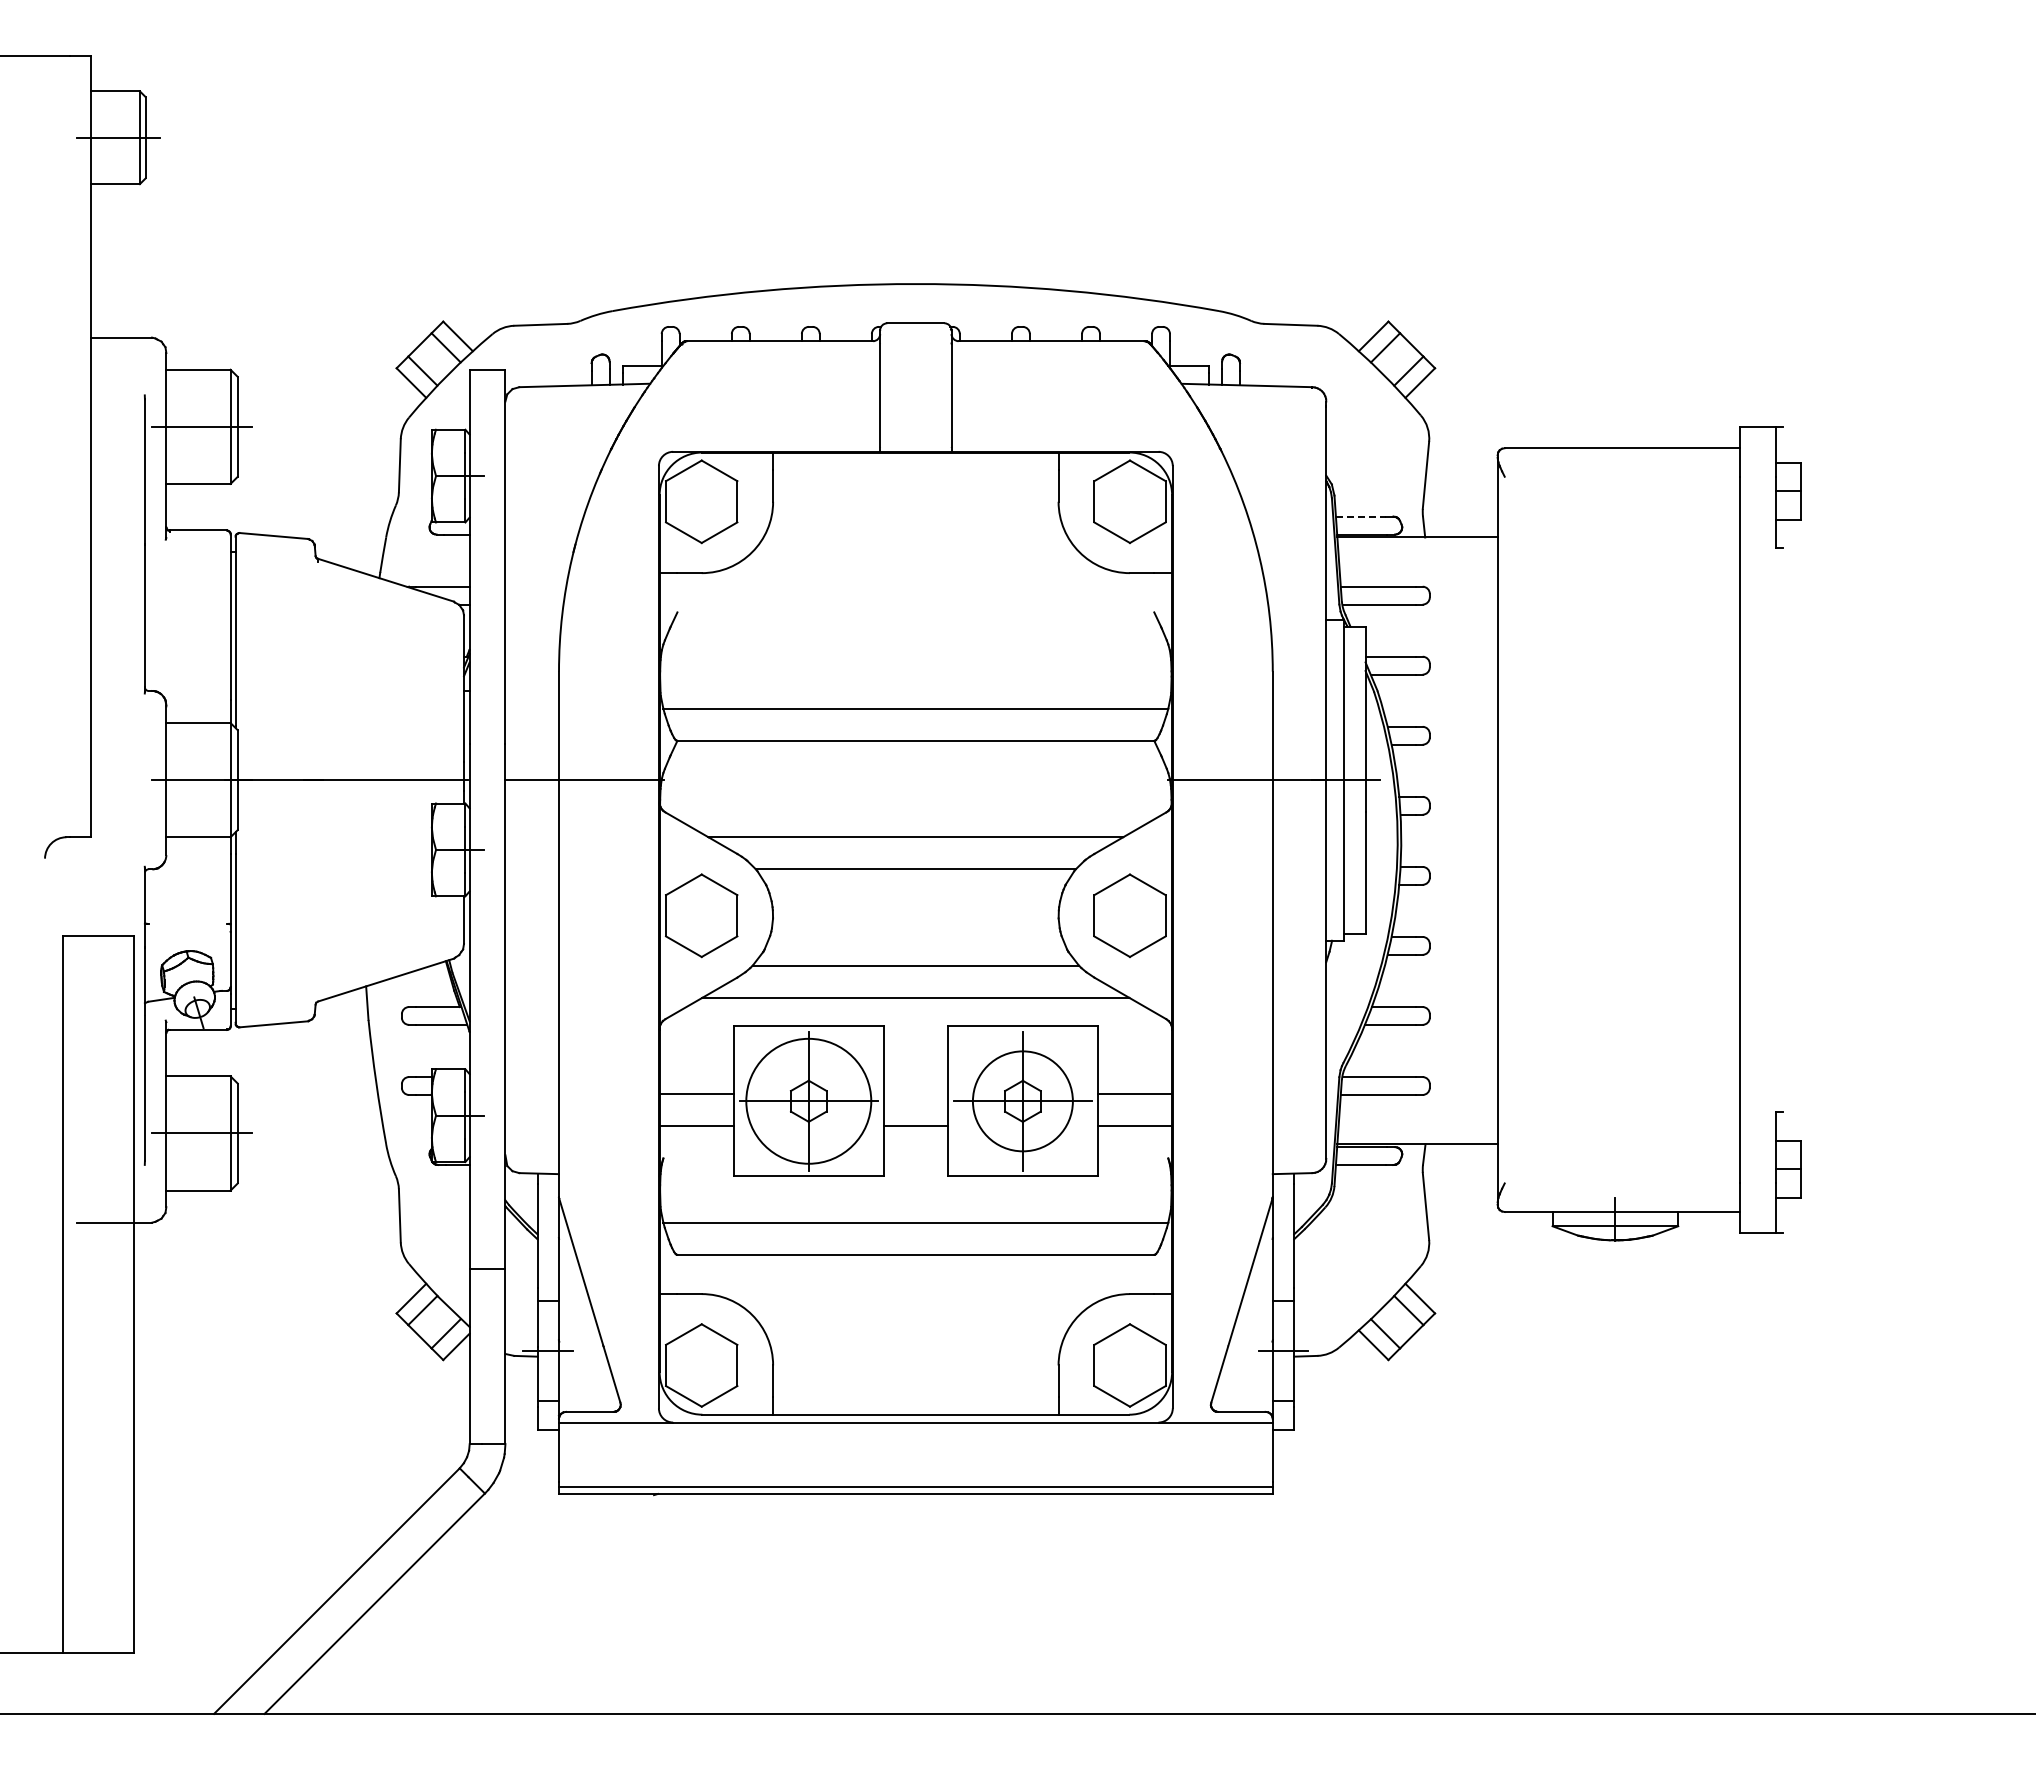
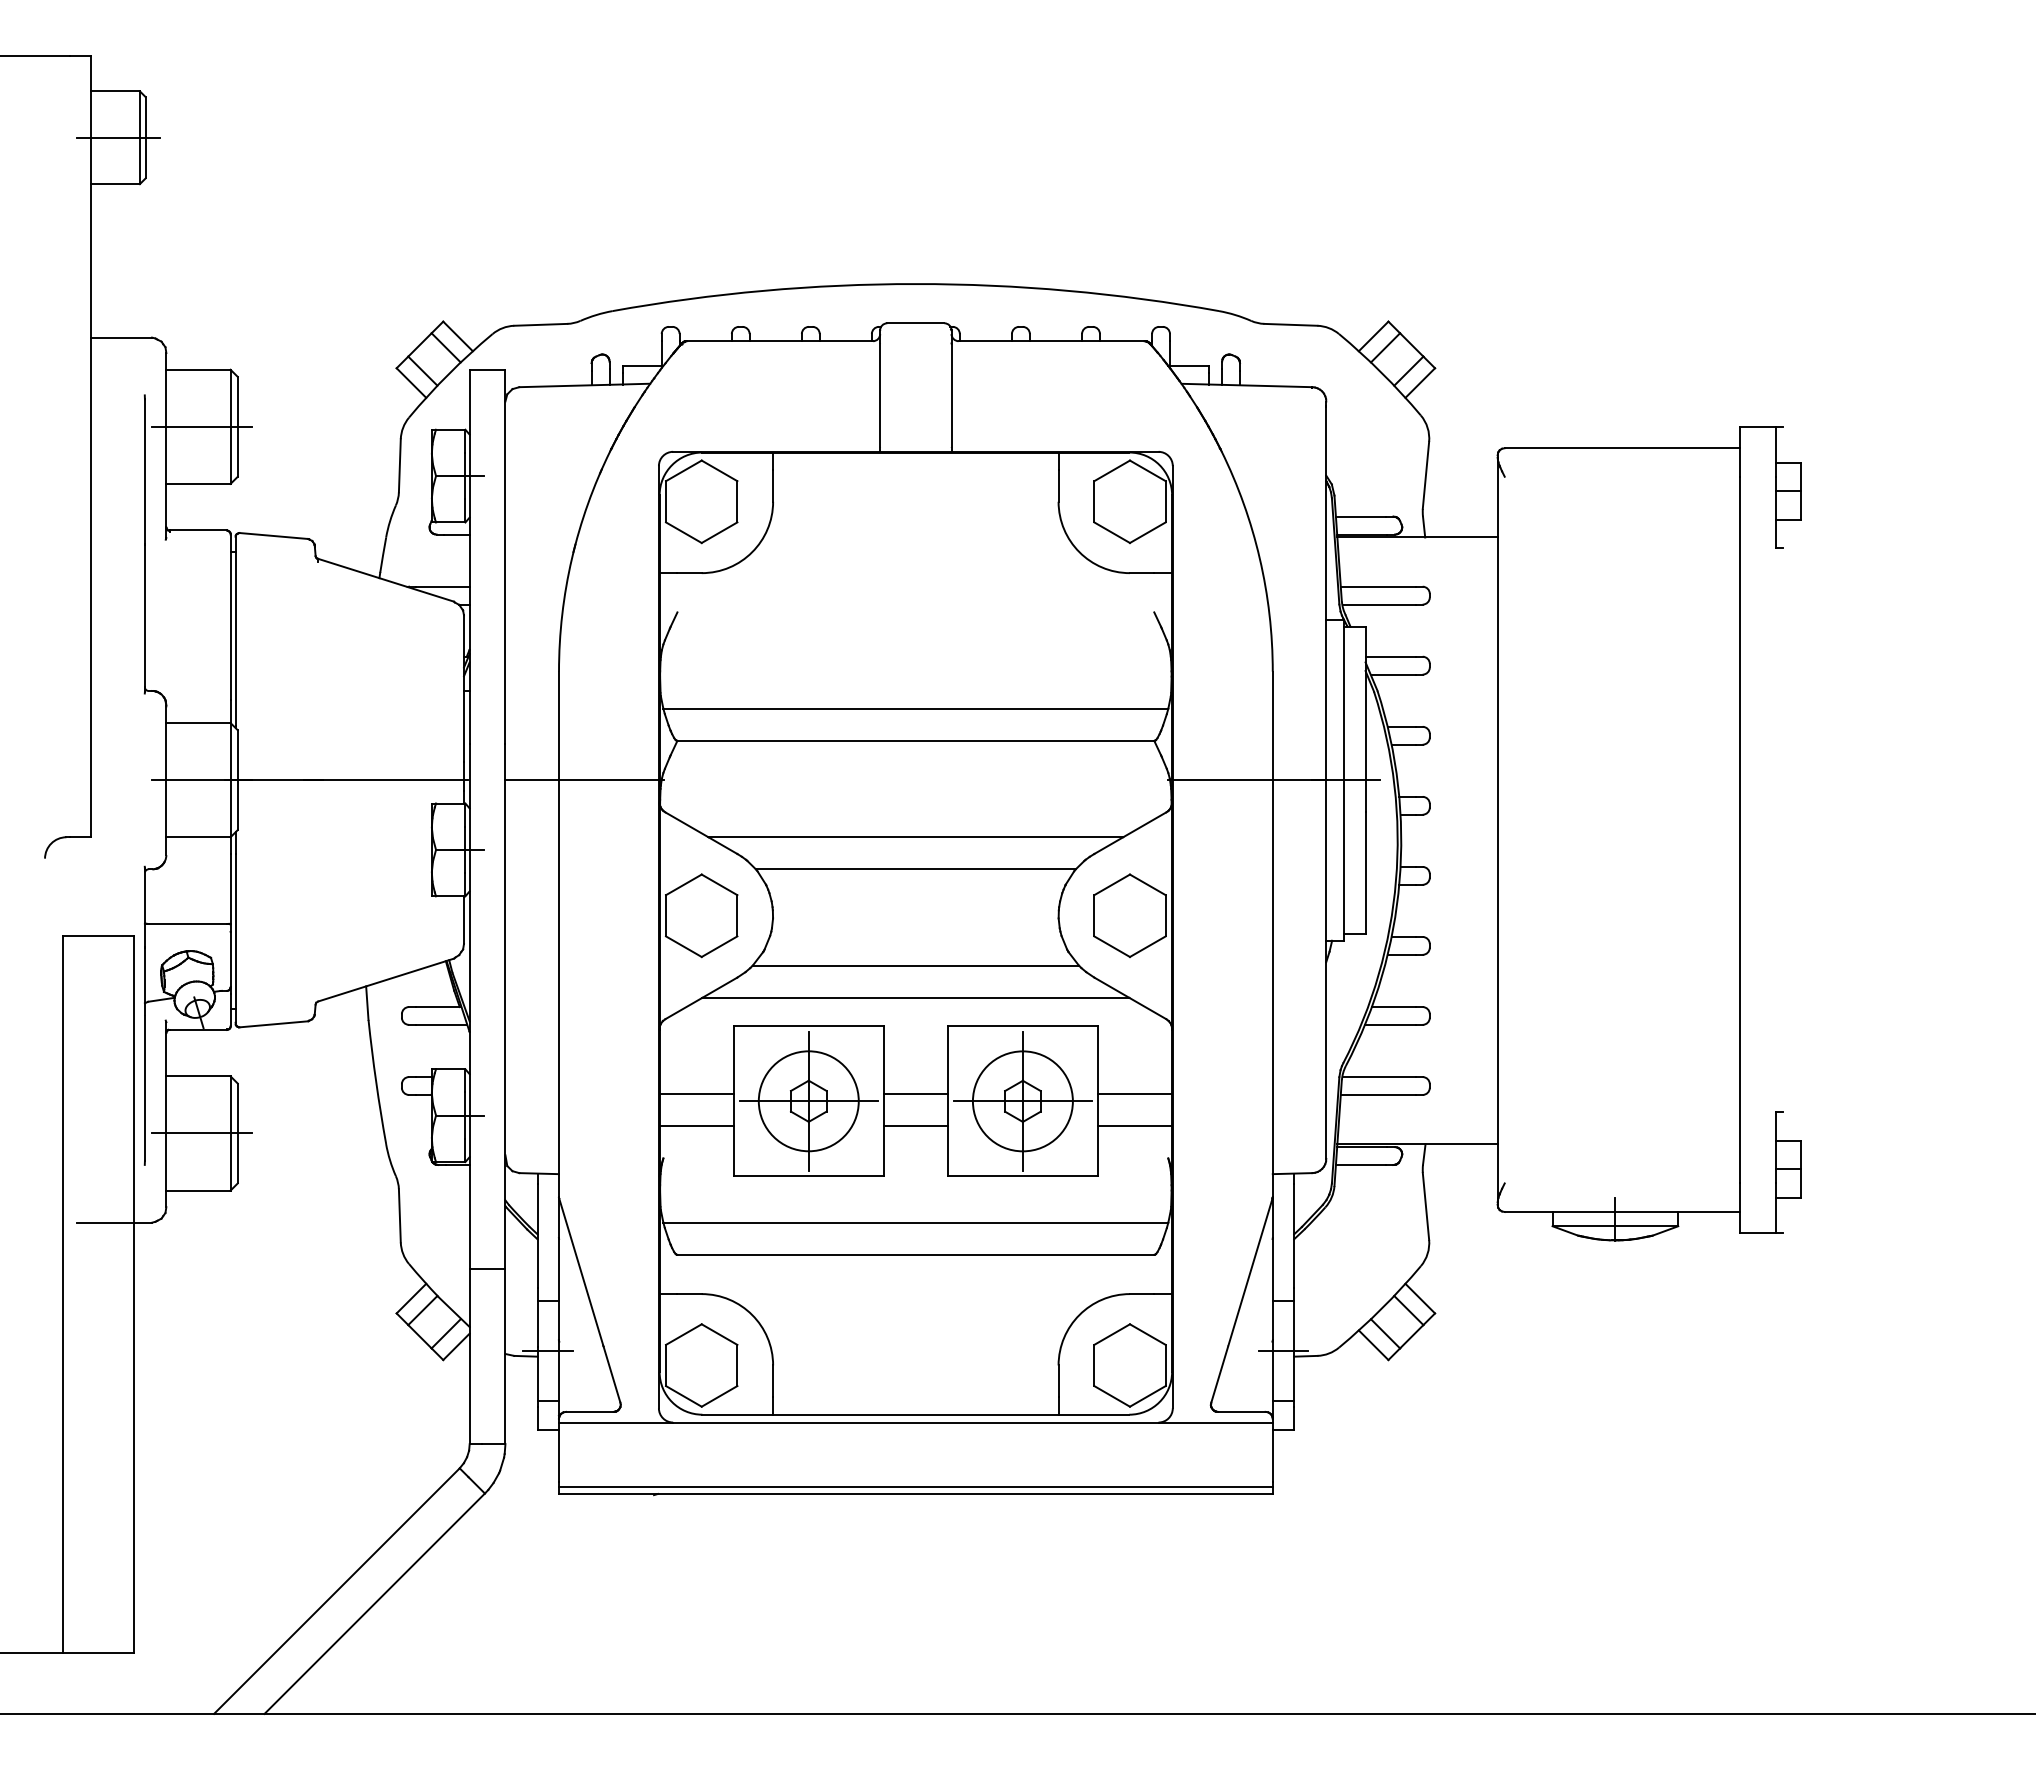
line at (1360, 516): dashed -> solid
line at (187, 923): none -> present
line at (915, 1094): none -> present
circle at (808, 1100) diameter: 125 px -> 100 px
